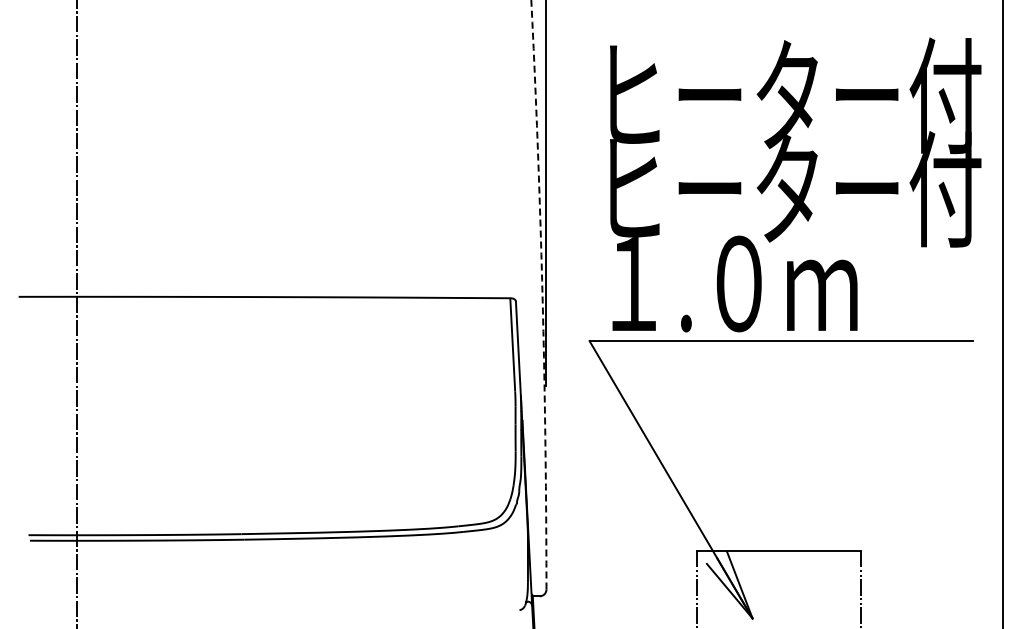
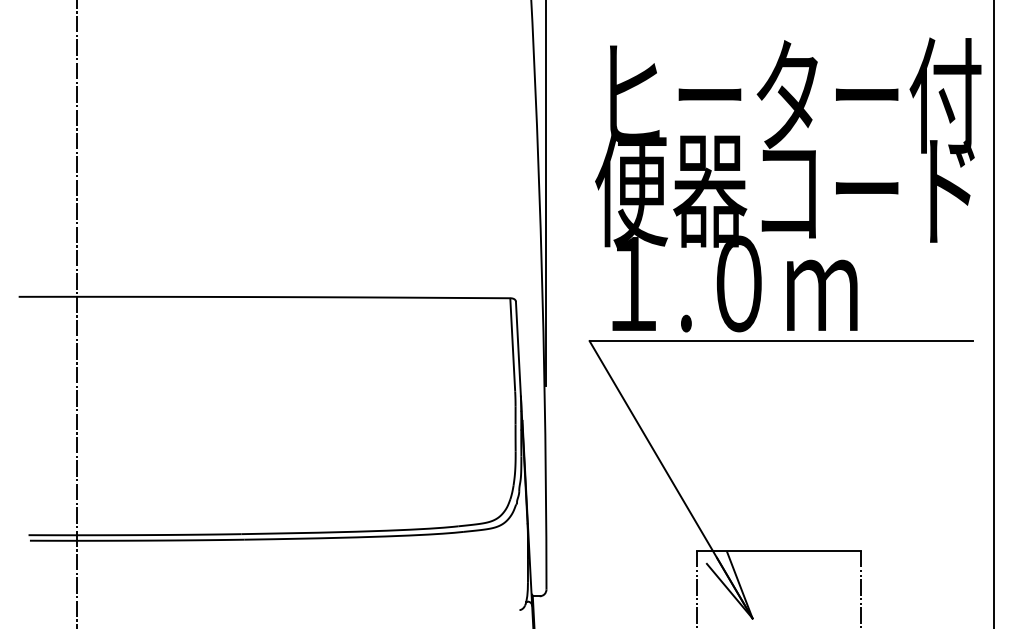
text at (788, 189): ヒーター付 -> 便器コード
arc at (542, 294): dashed -> solid
line at (1003, 313) position: (1003, 313) -> (994, 313)
